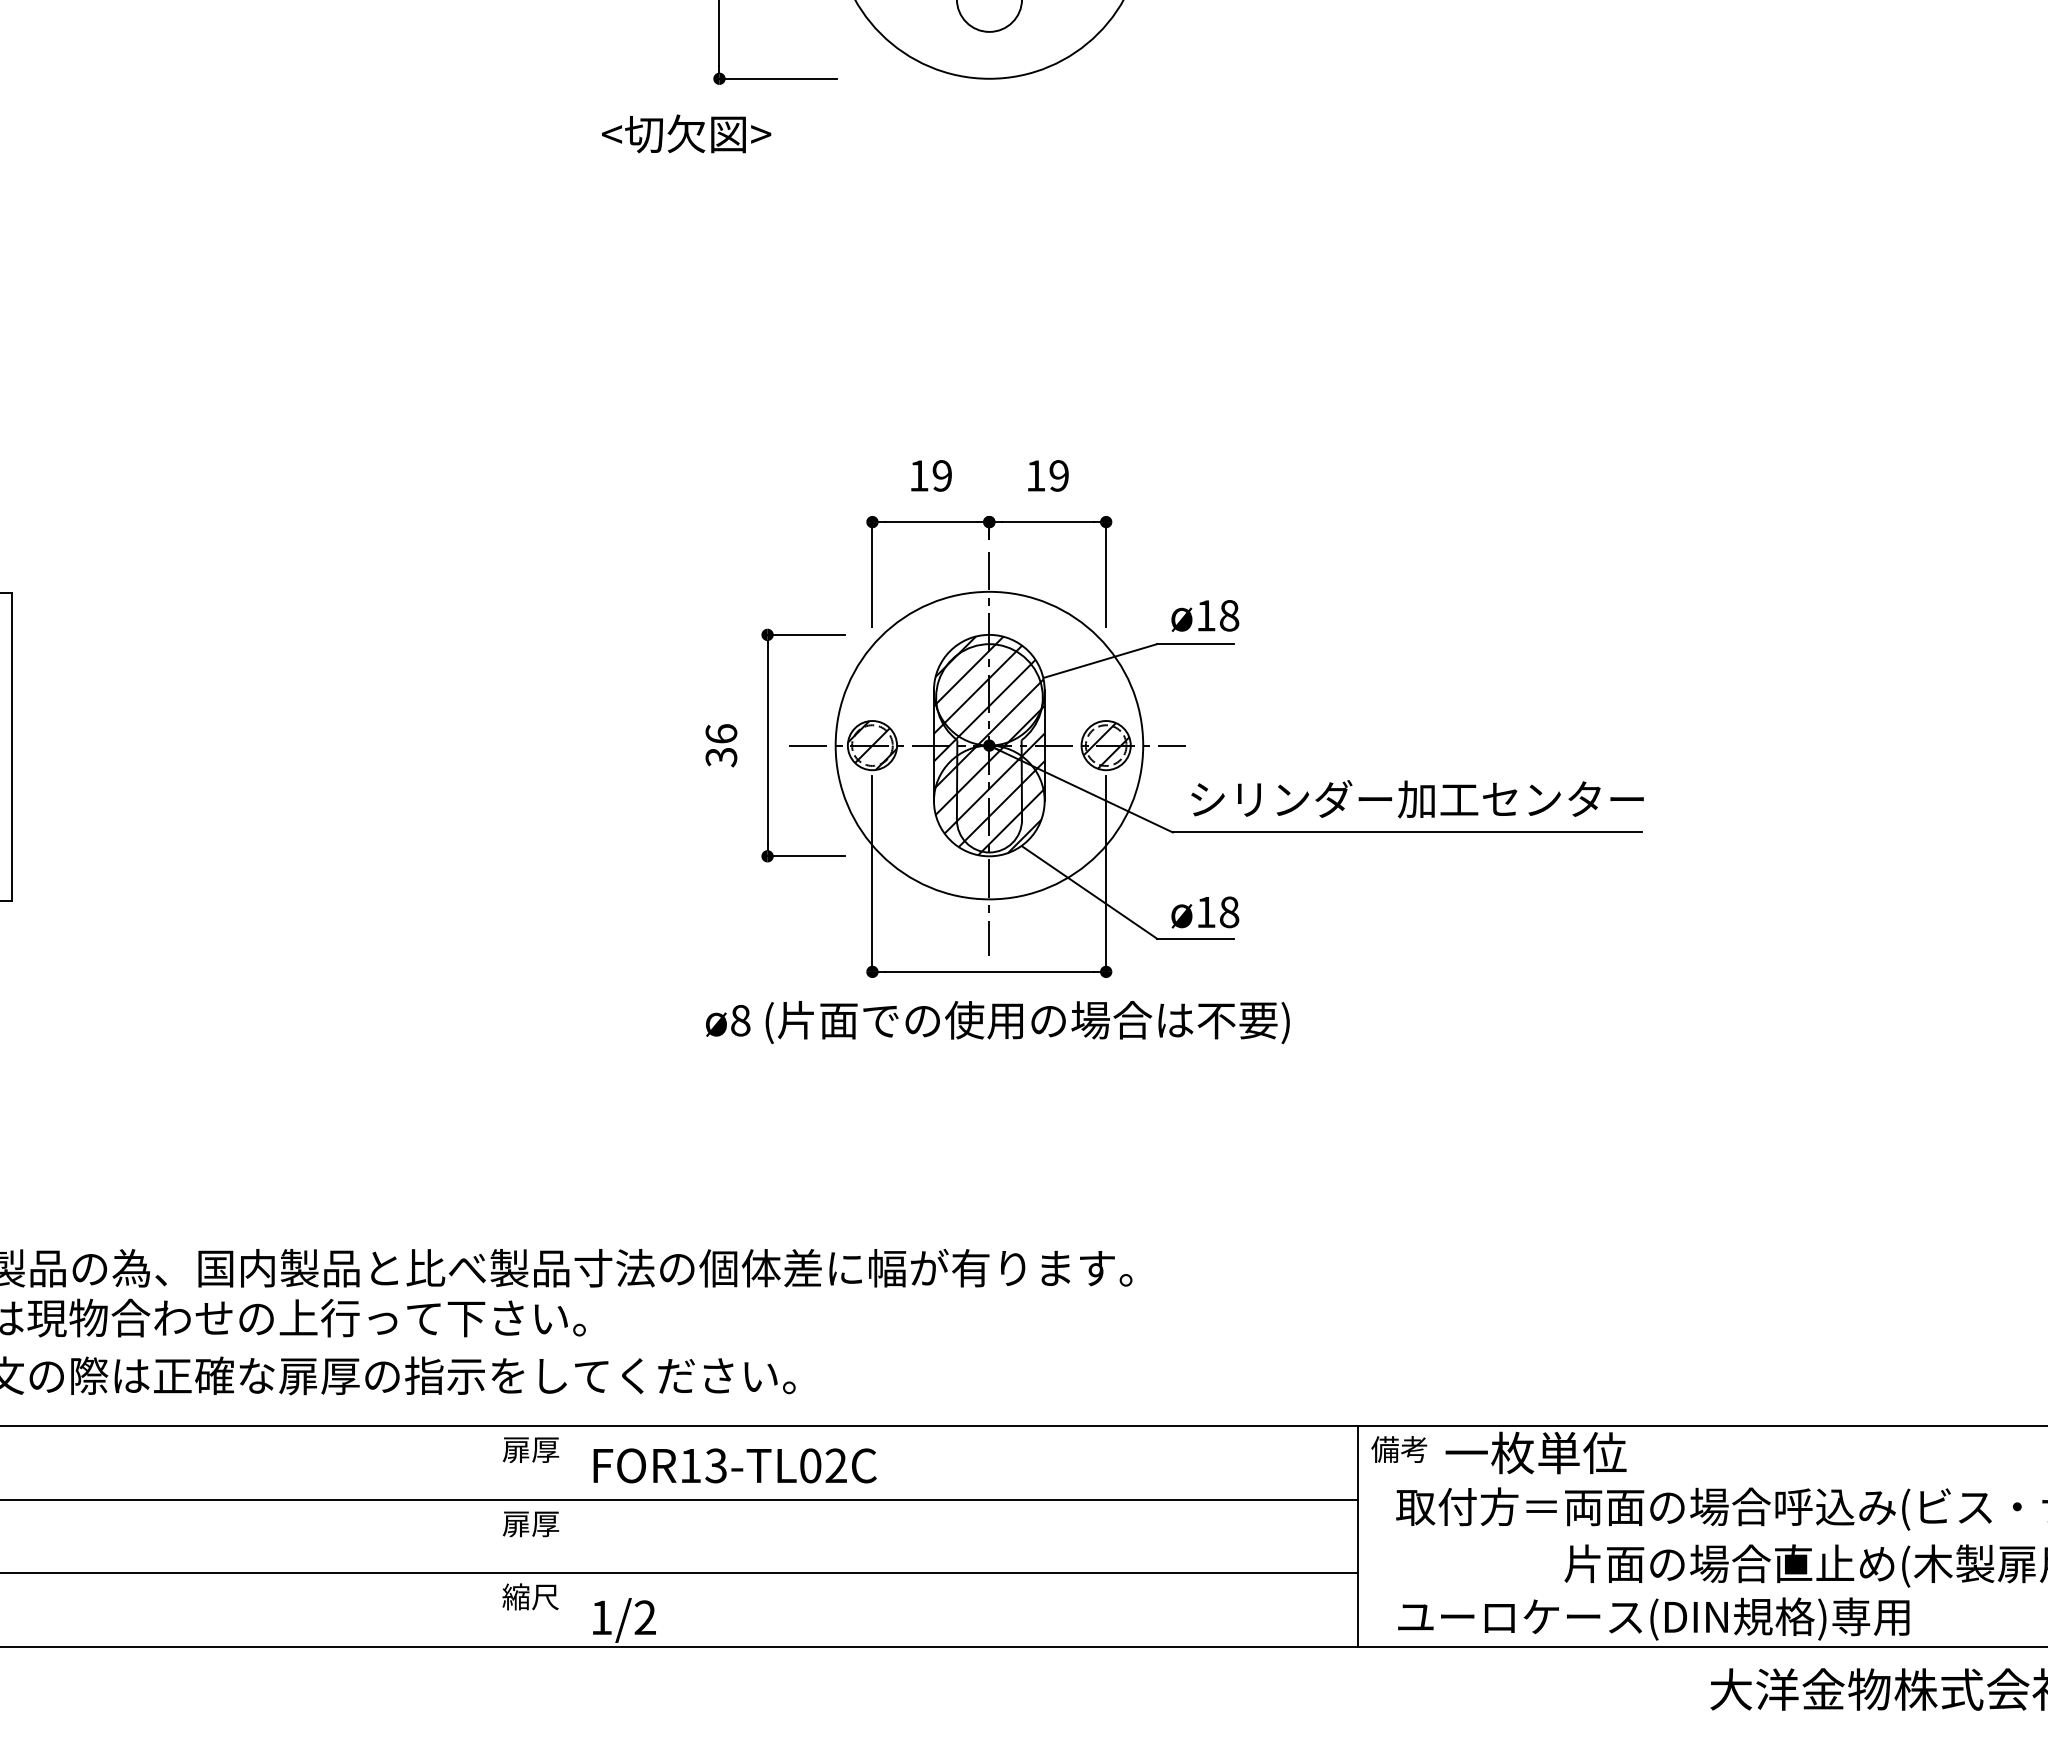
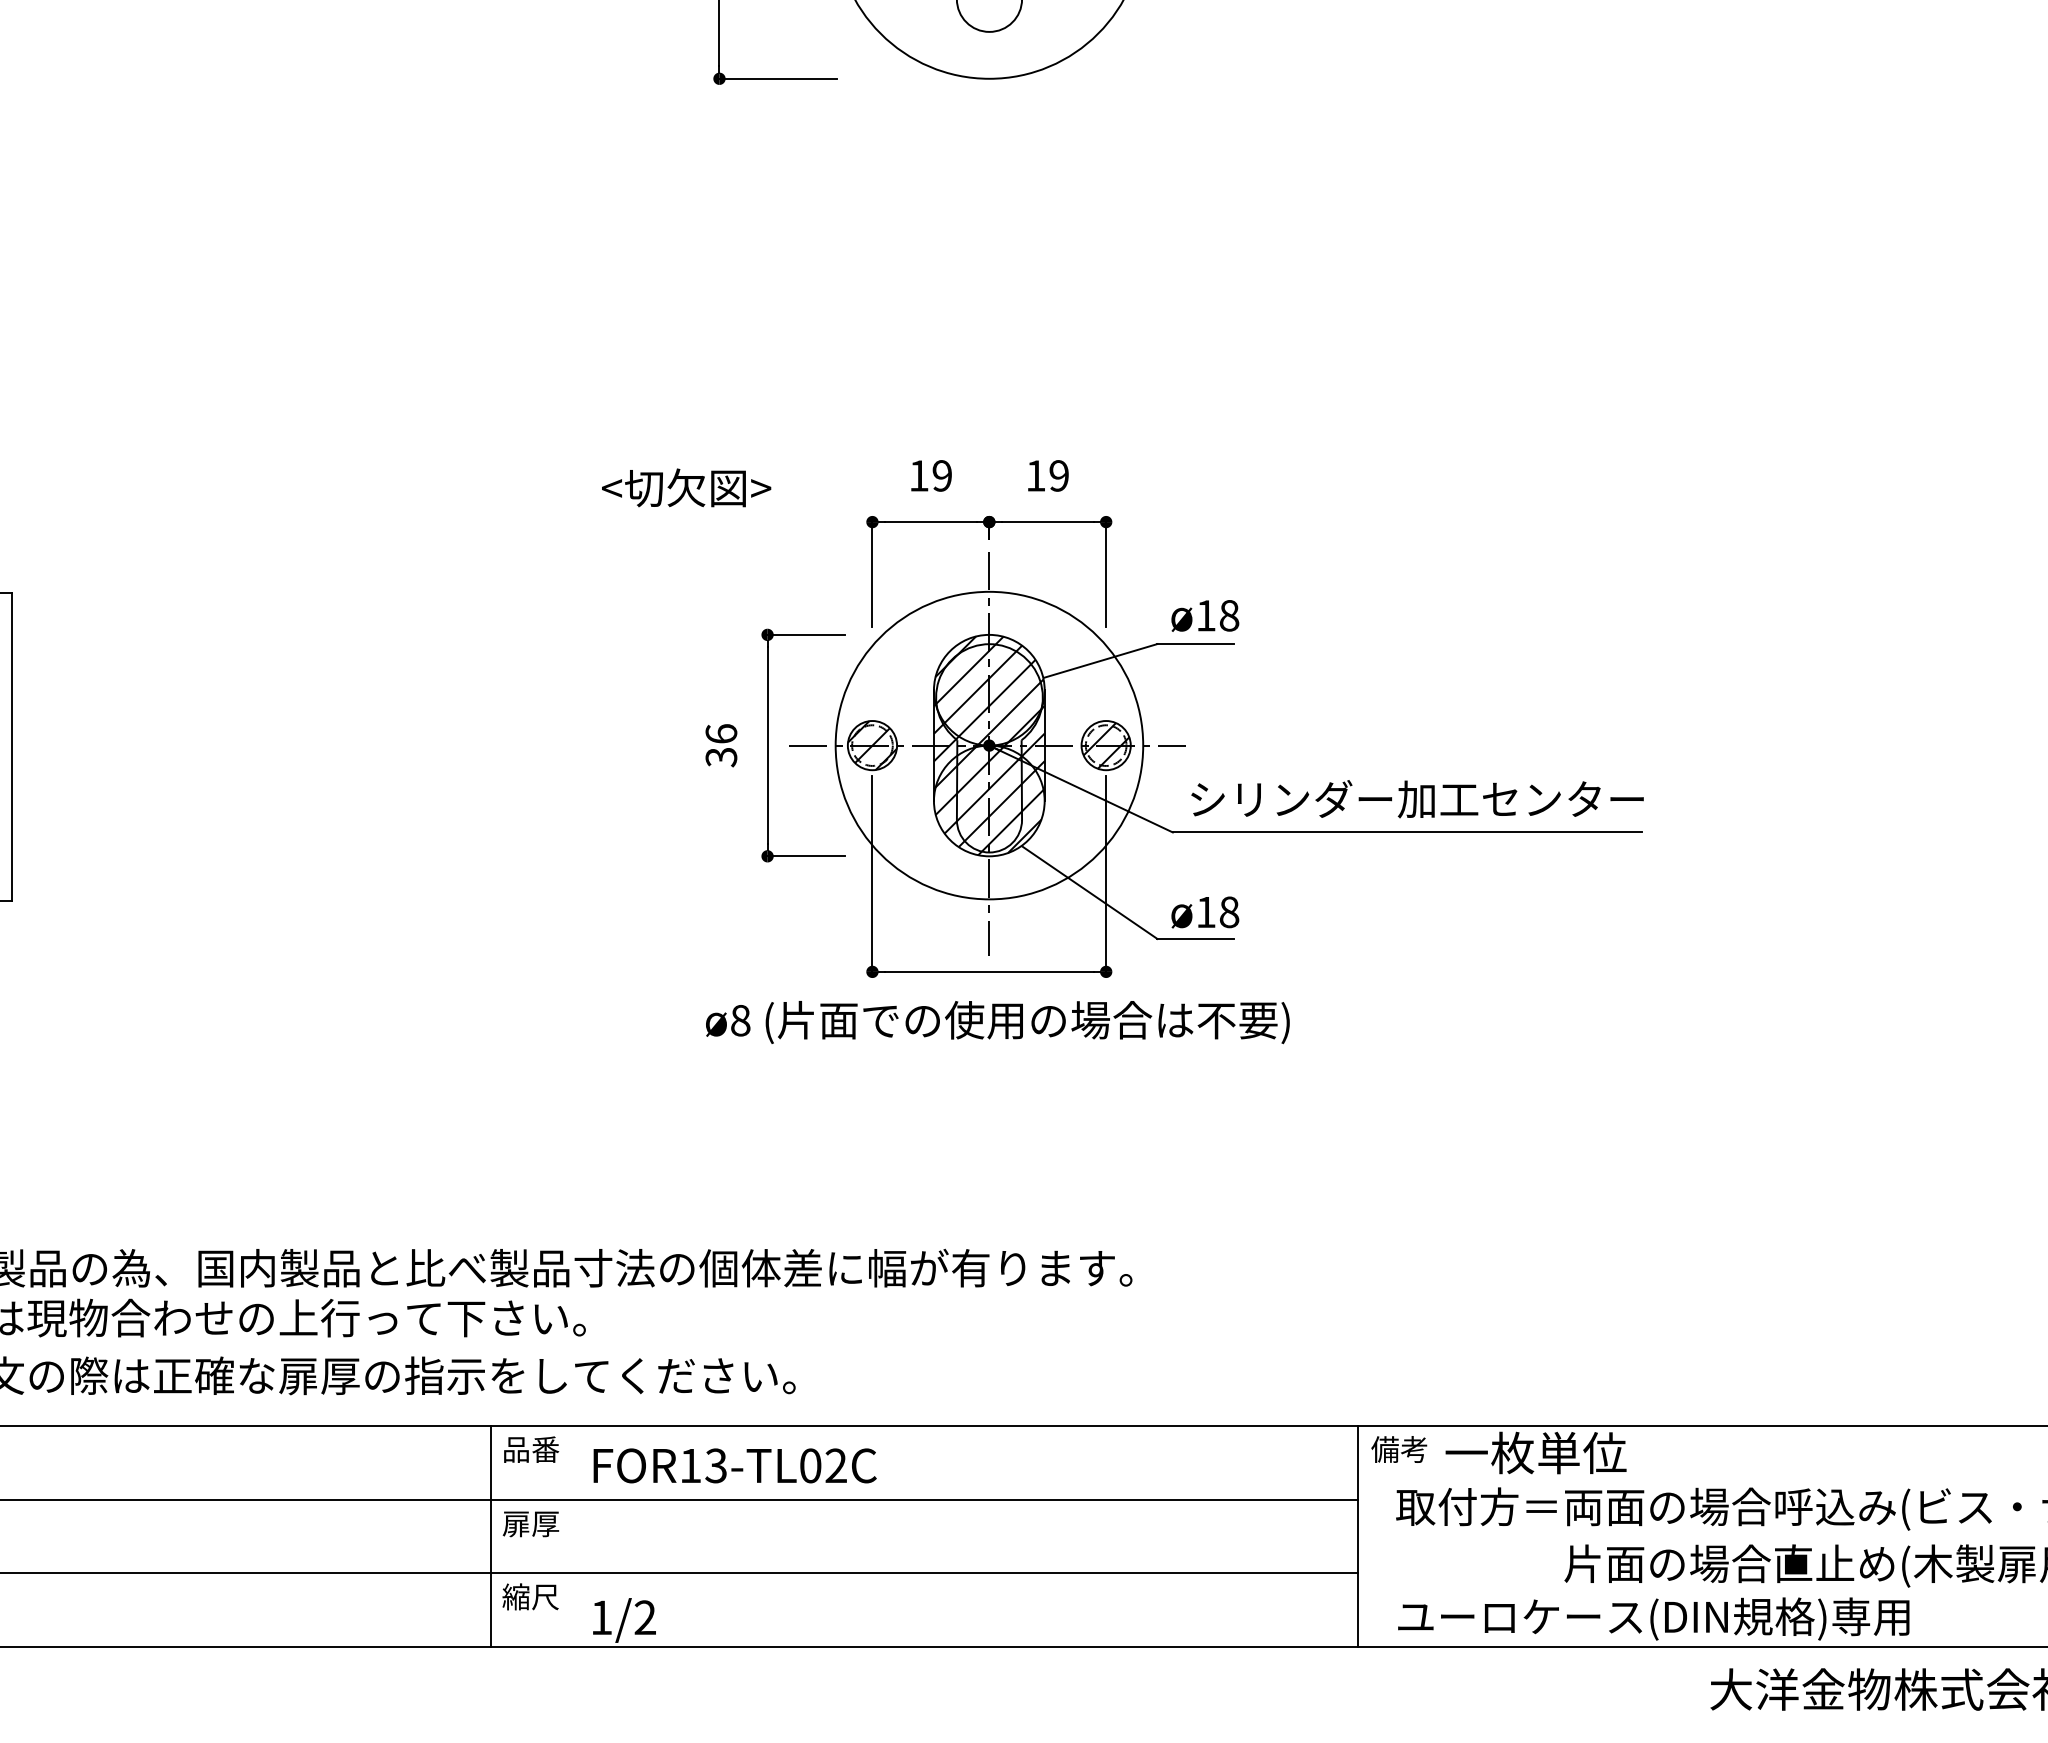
text at (686, 133) position: (686, 133) -> (686, 487)
text at (530, 1449): 扉厚 -> 品番
line at (490, 1536): none -> present
